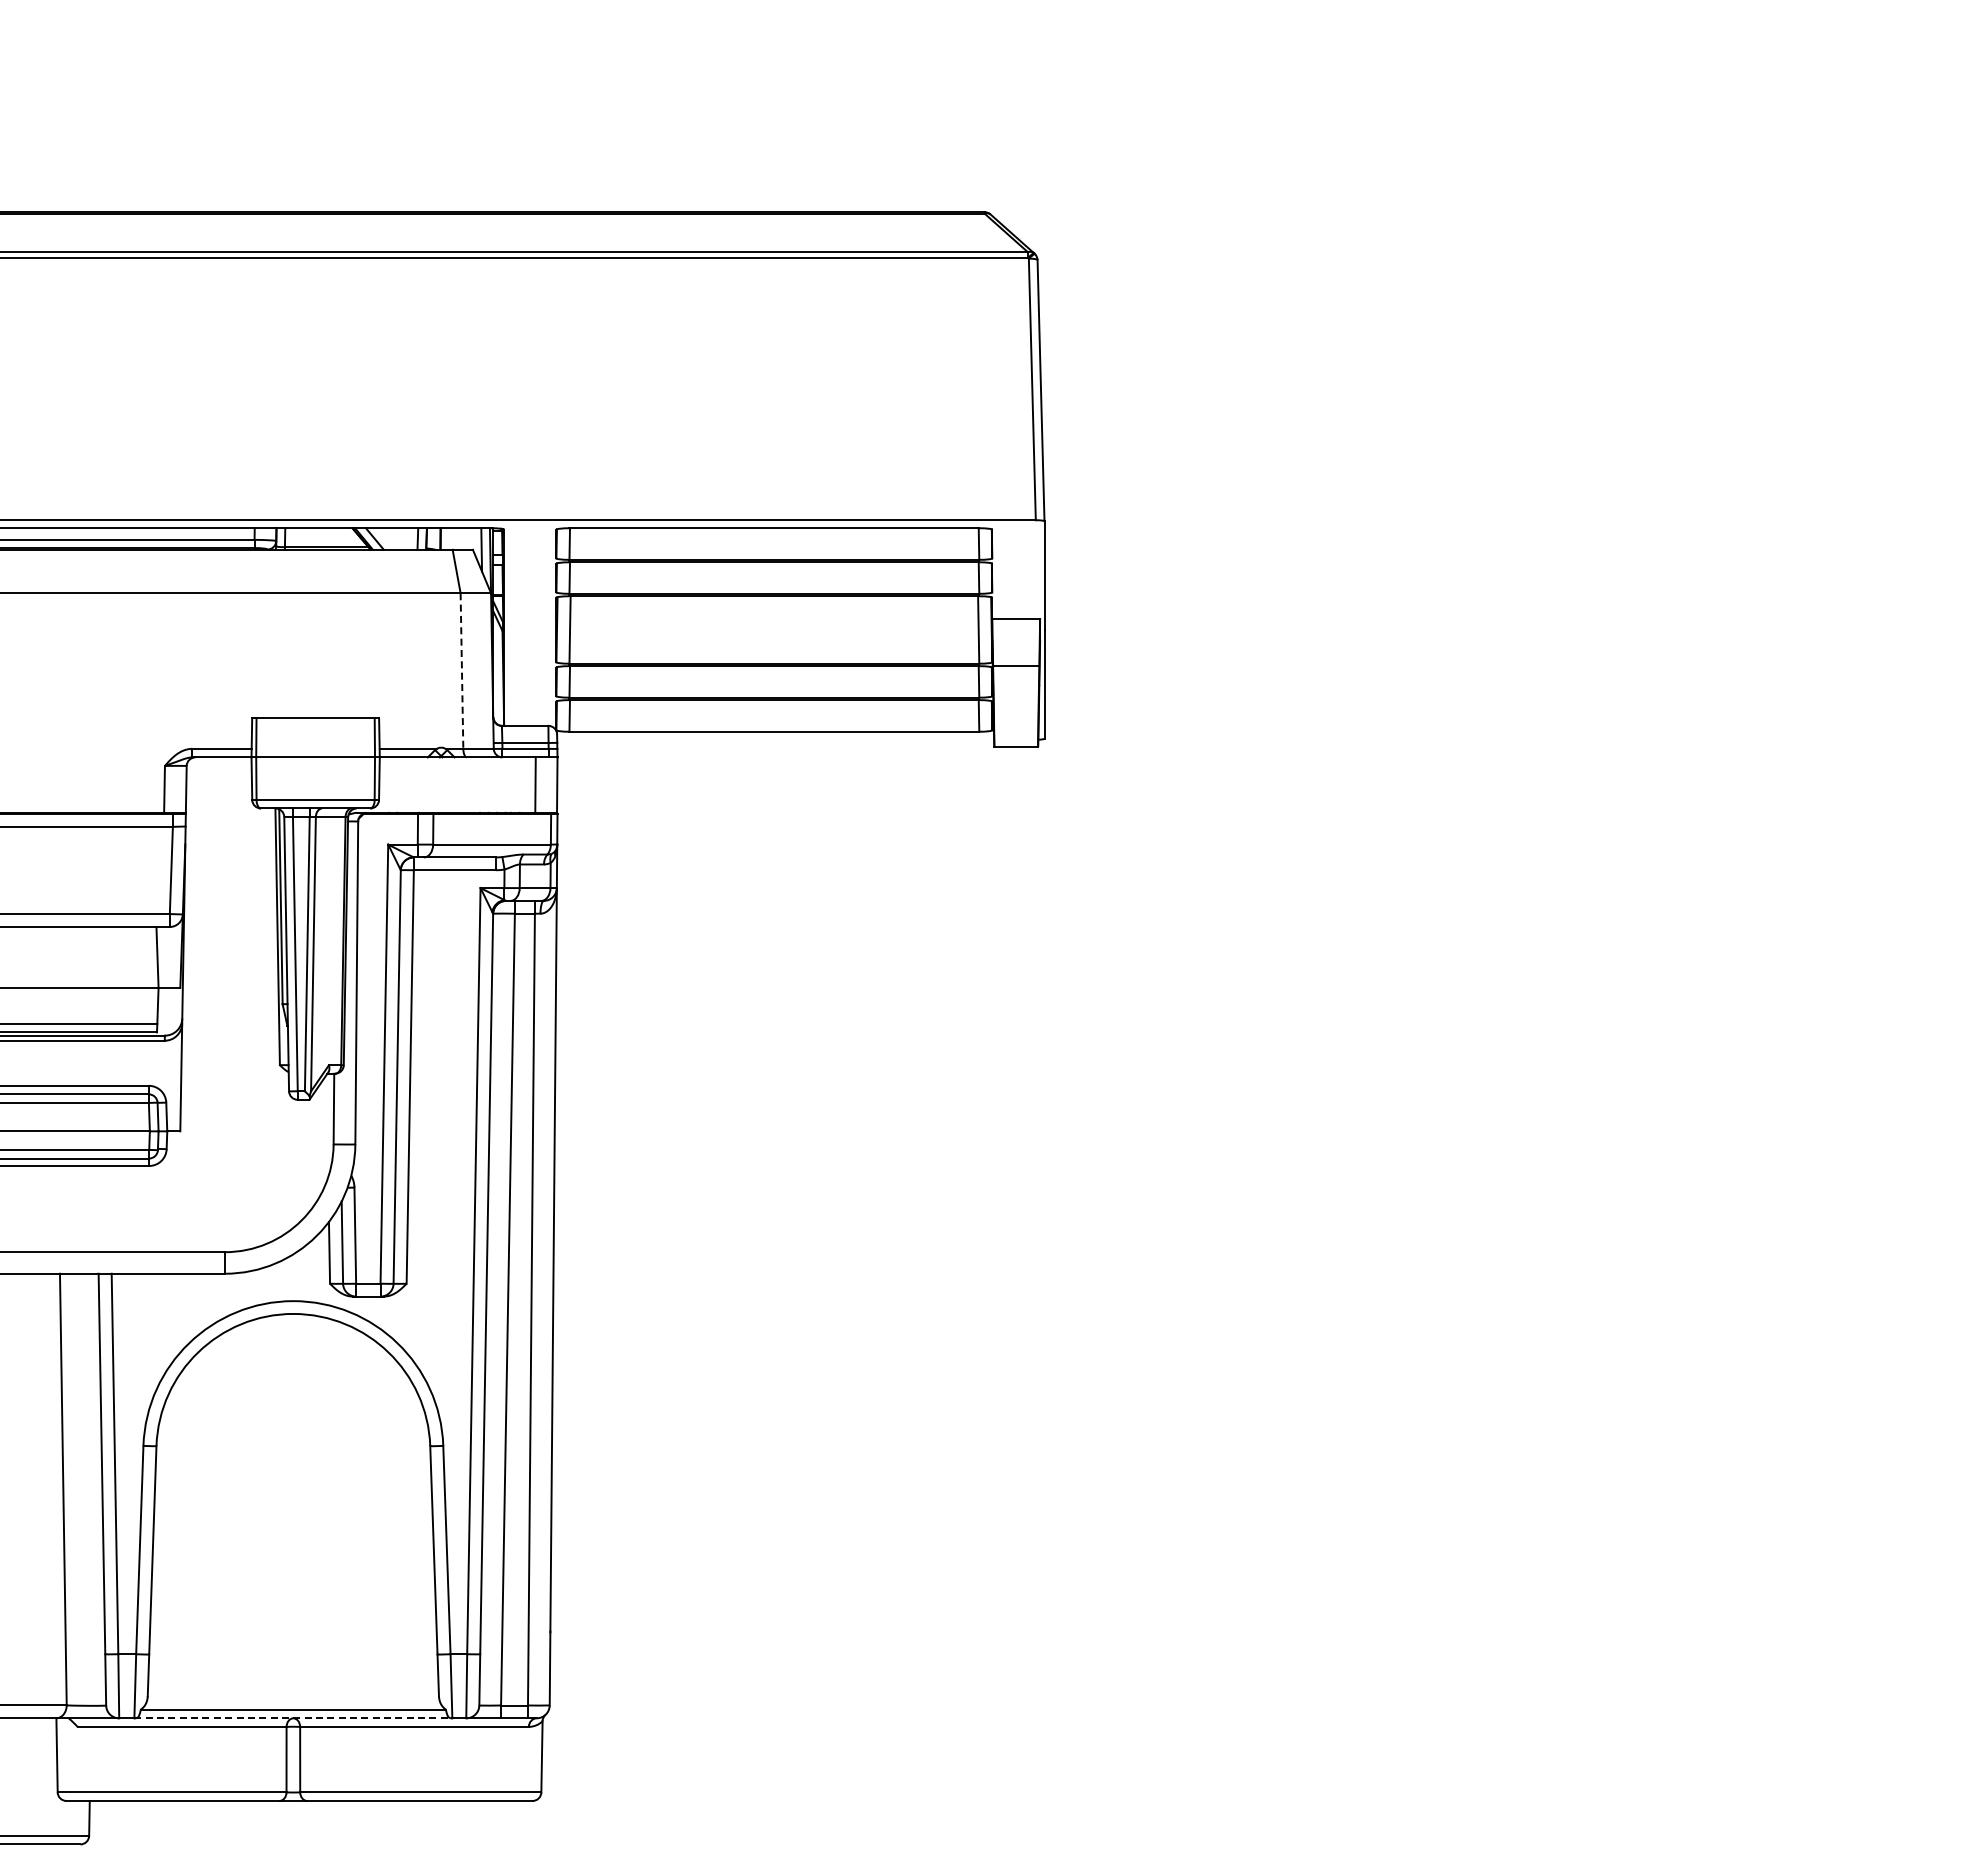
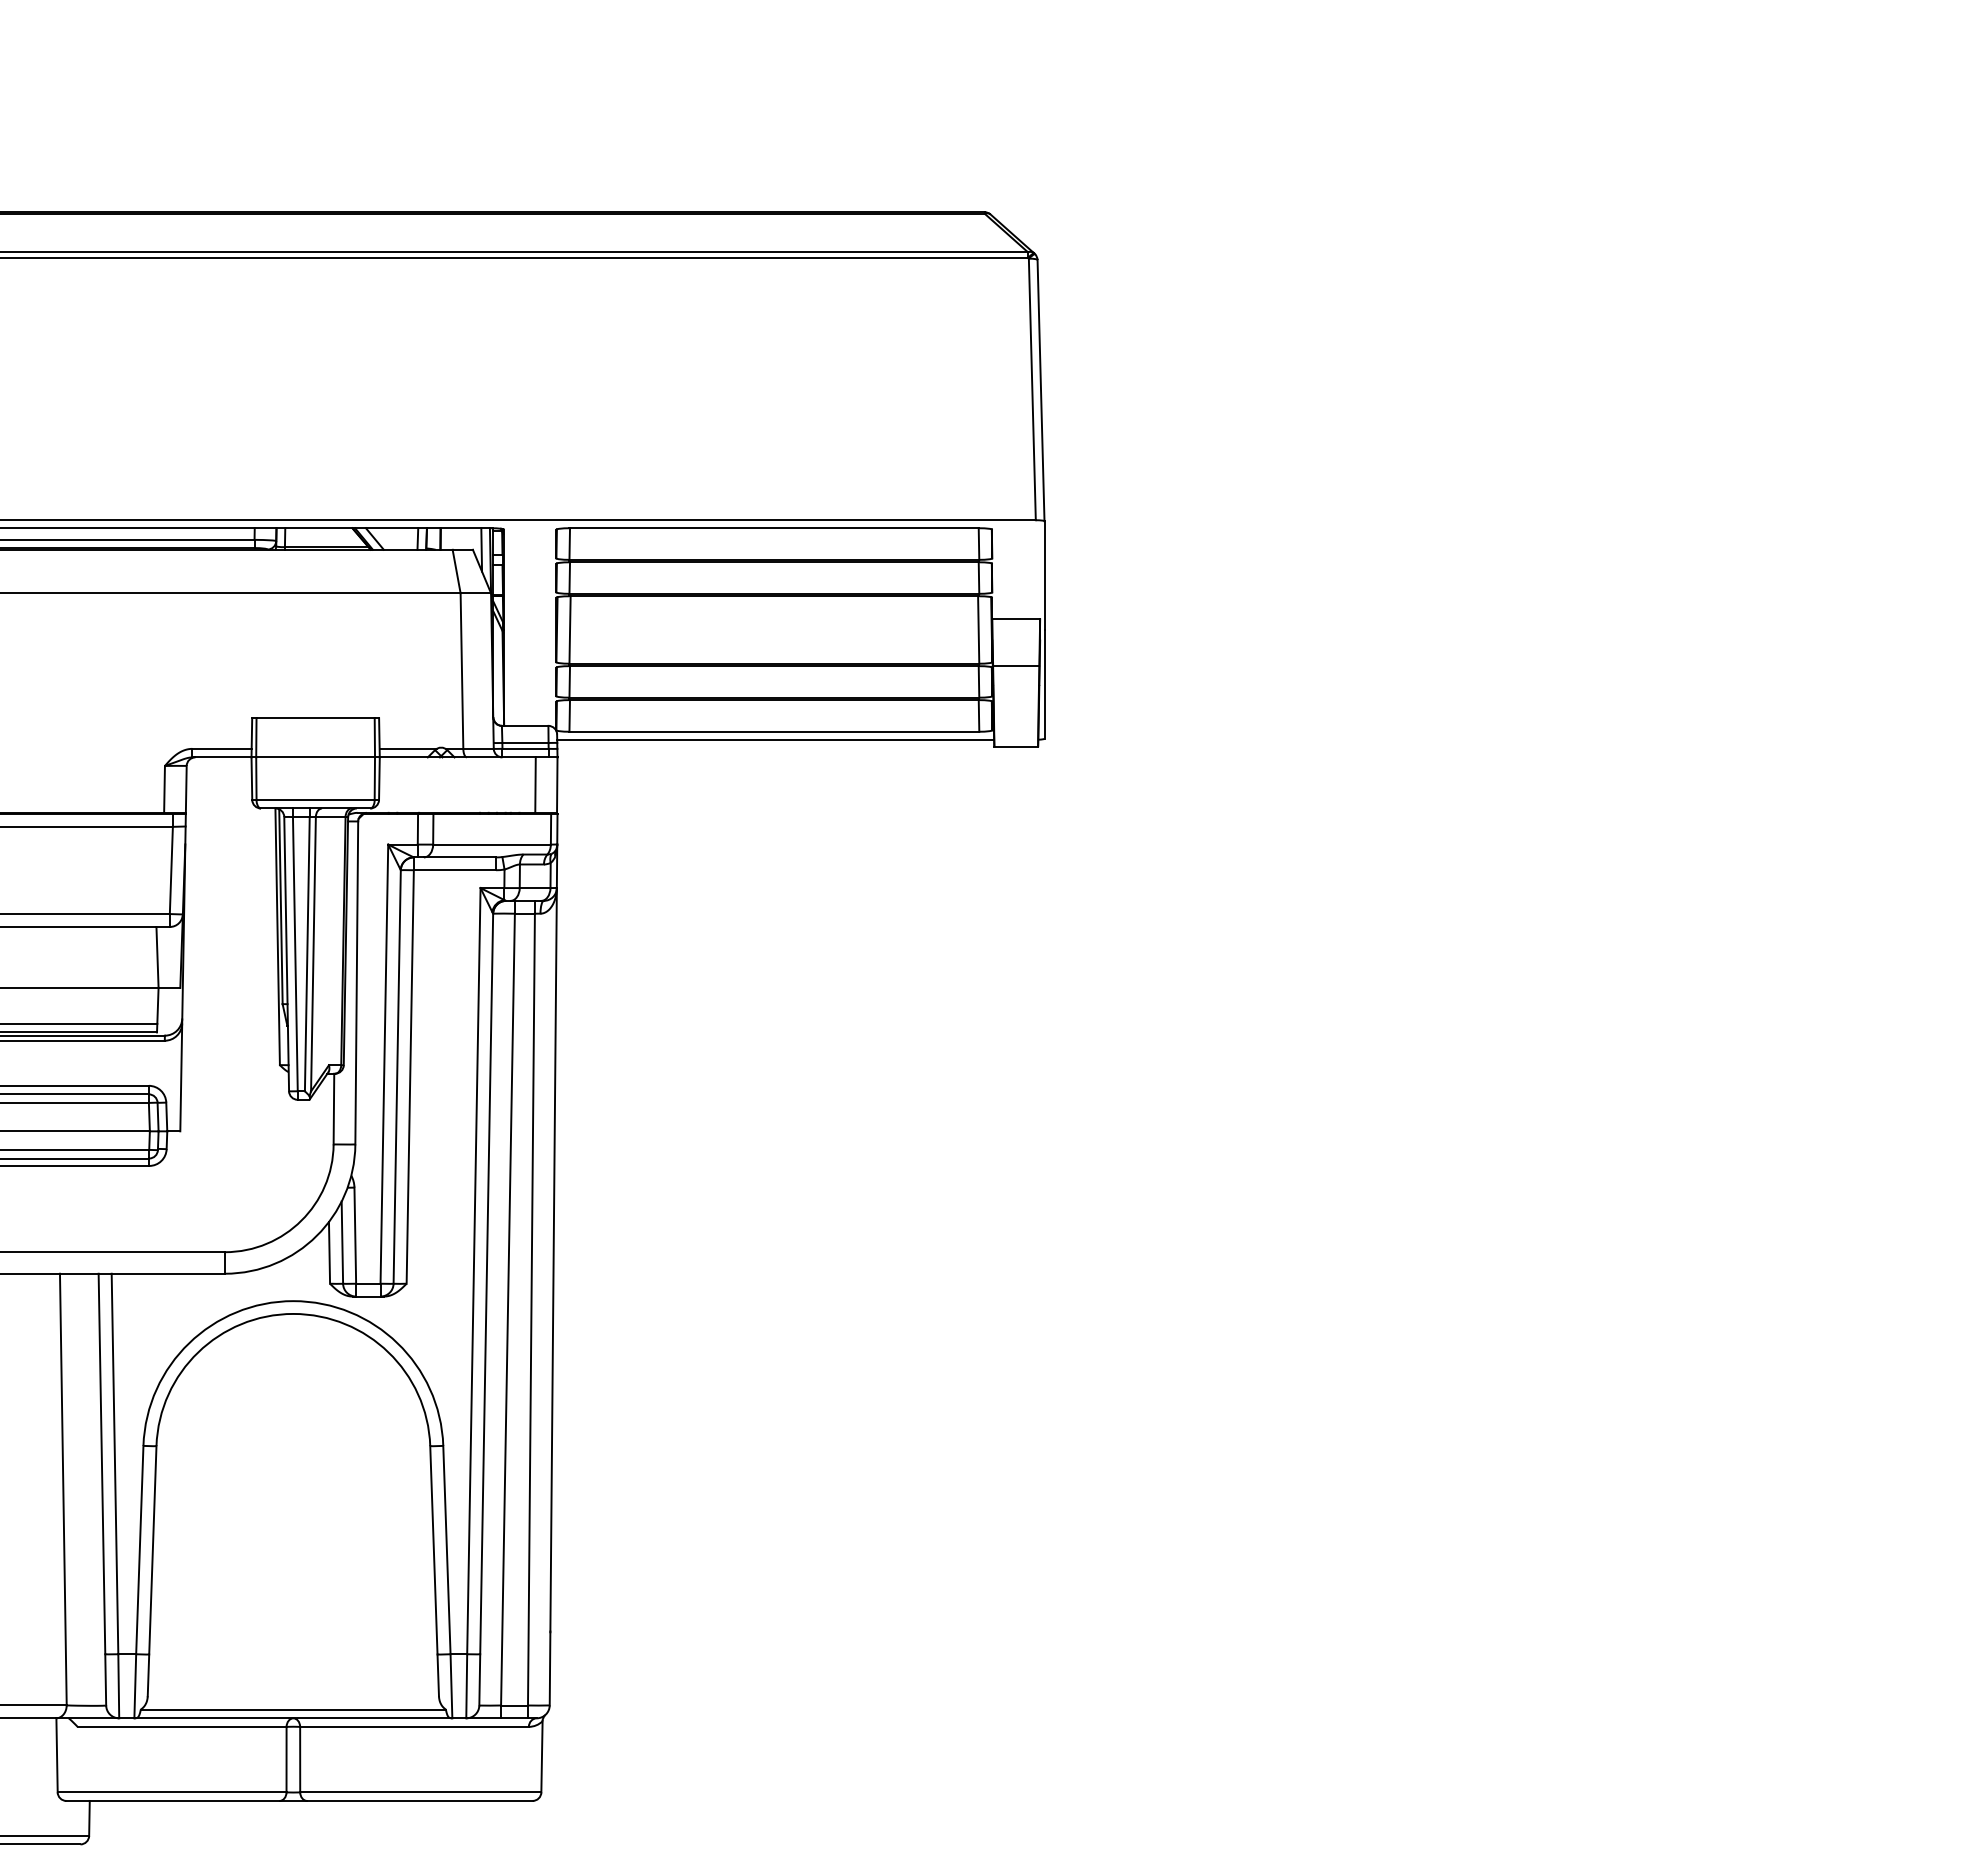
line at (461, 671): dashed -> solid
line at (775, 739): none -> present
line at (293, 1718): dashed -> solid
